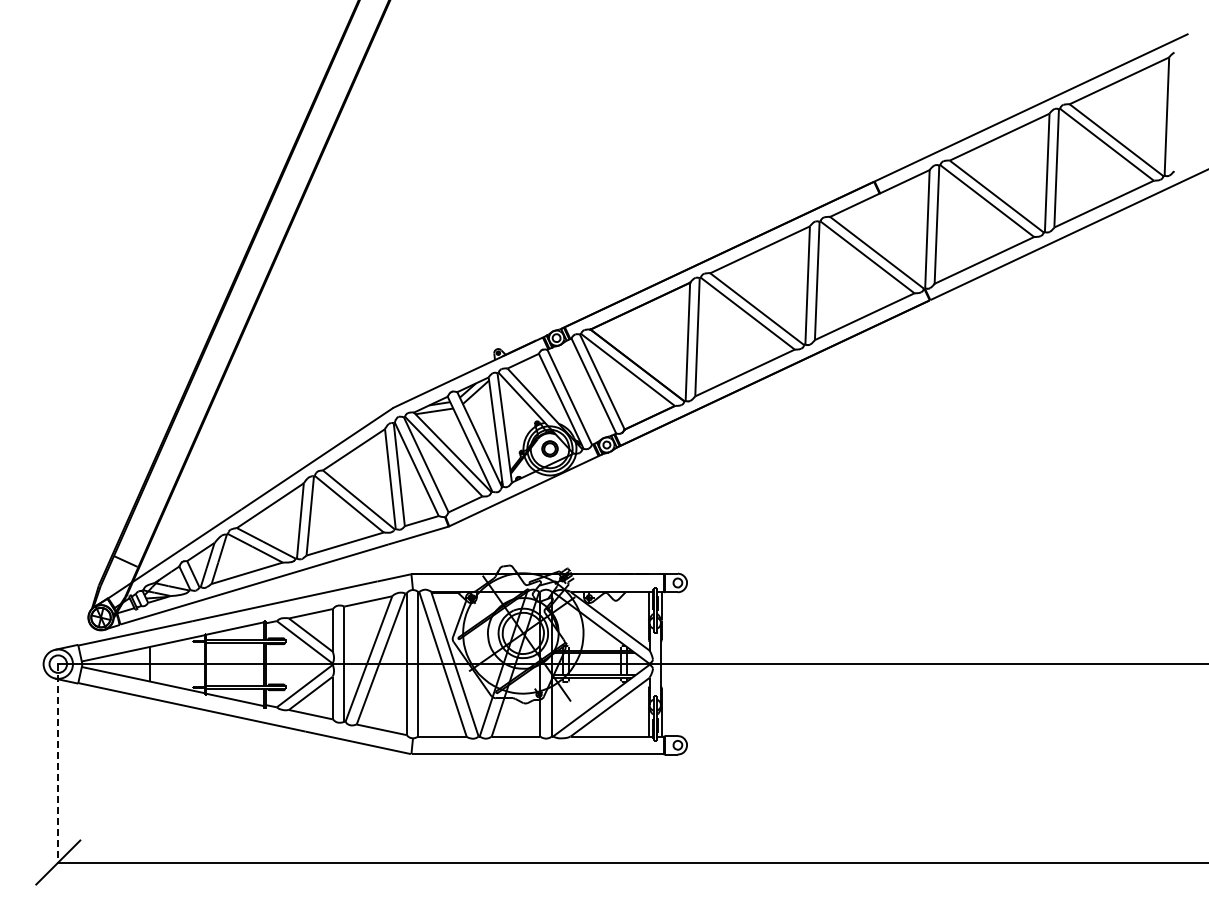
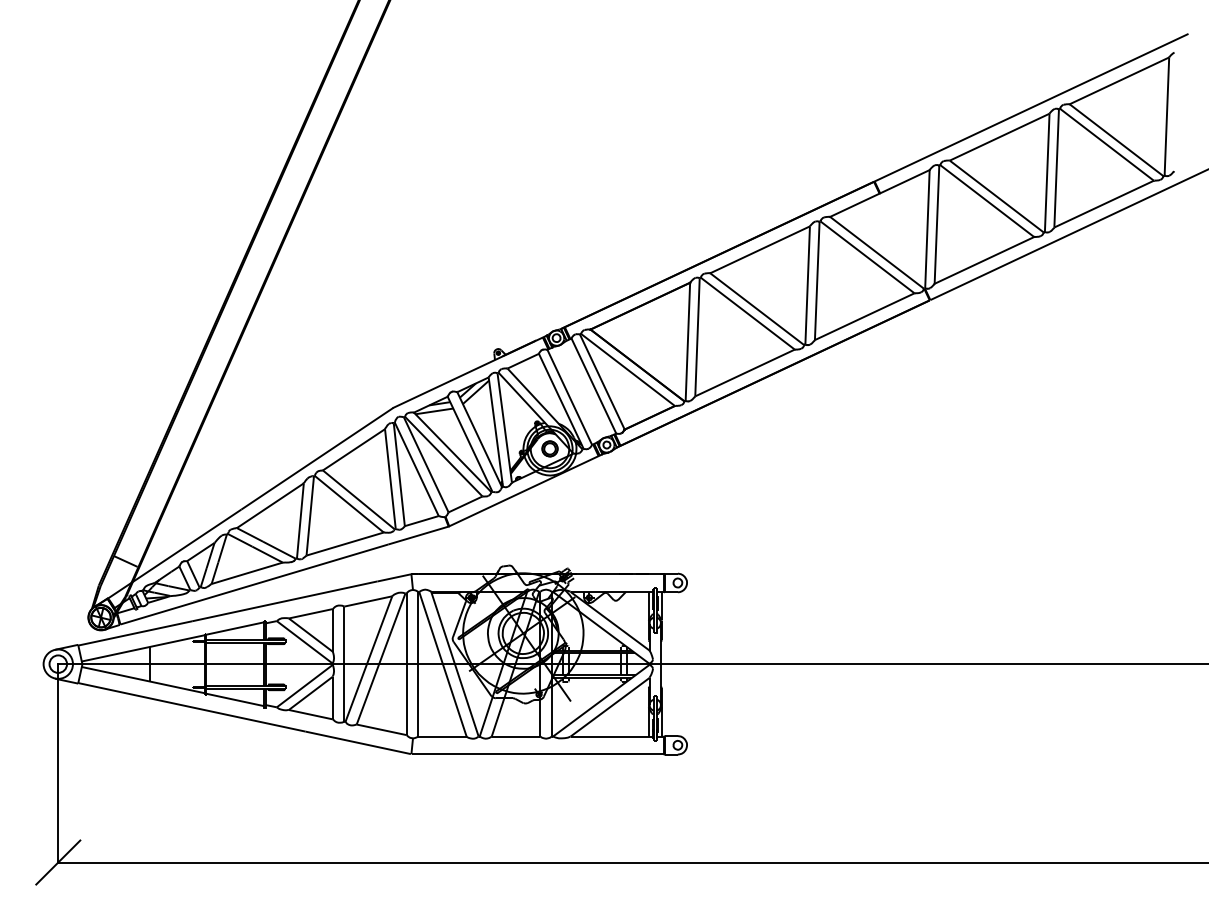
line at (58, 763): dashed -> solid
